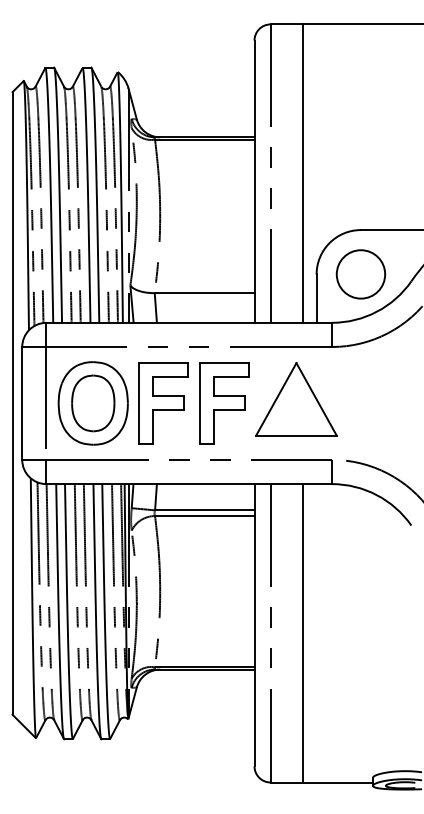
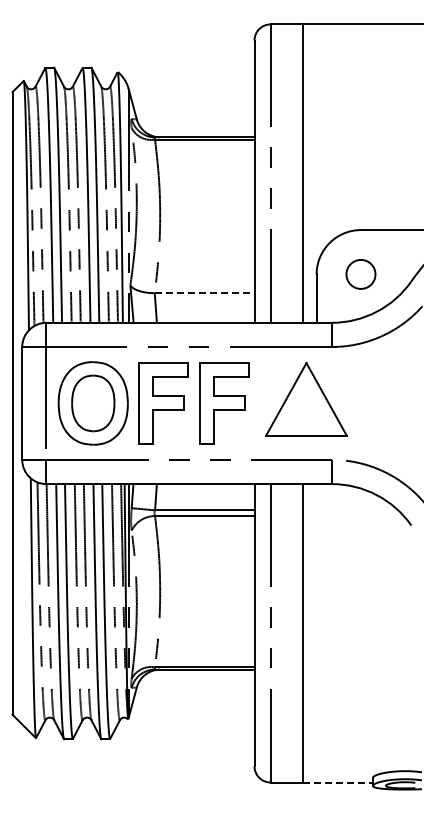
circle at (360, 274) diameter: 48 px -> 29 px
line at (204, 293): solid -> dashed
part at (296, 399) position: (296, 399) -> (306, 399)
line at (338, 782): solid -> dashed
